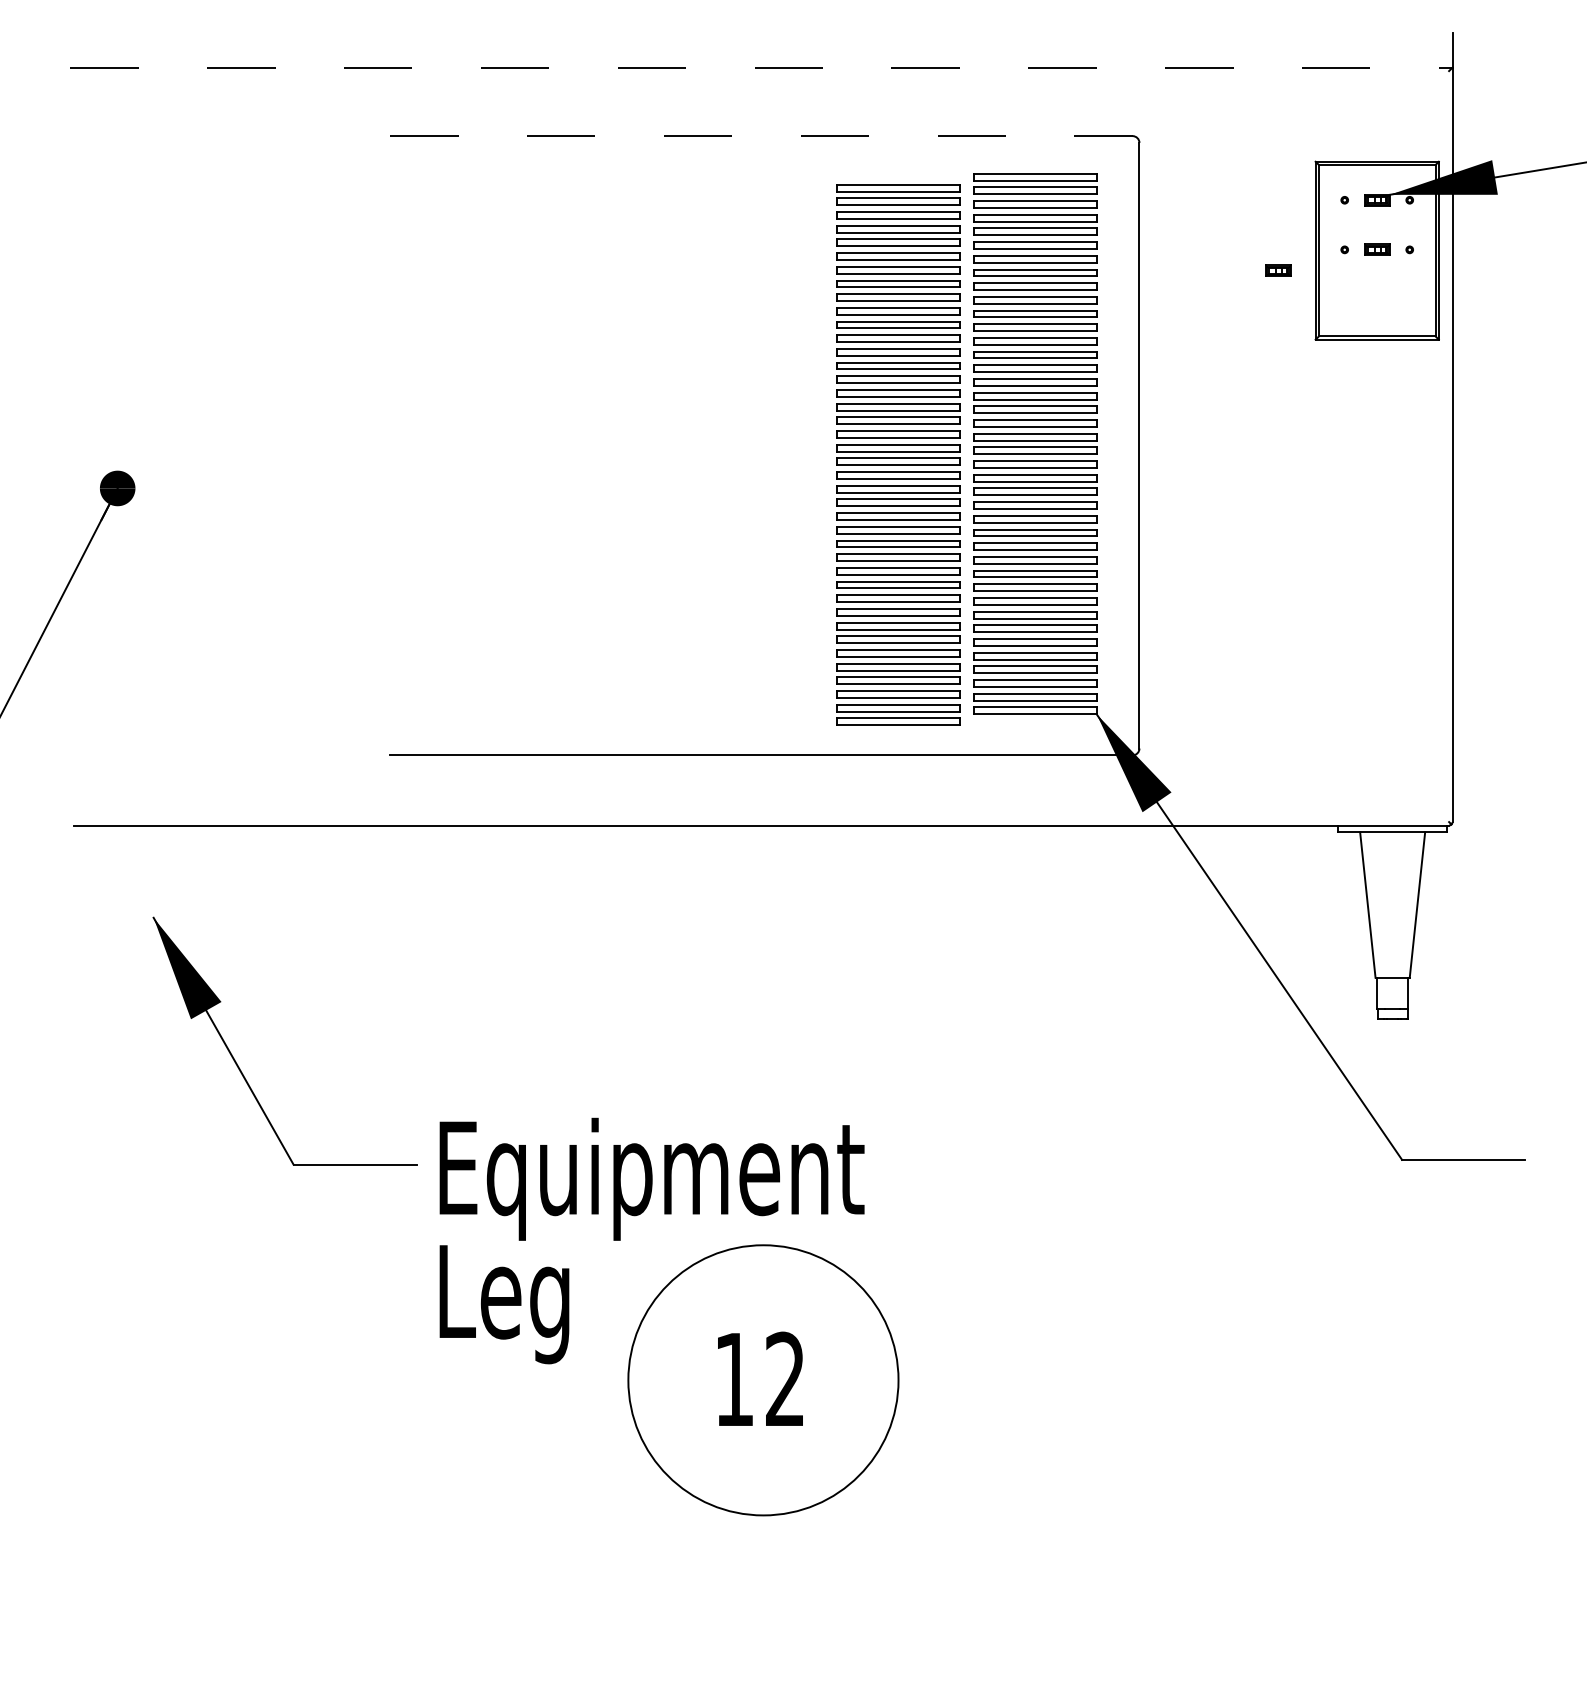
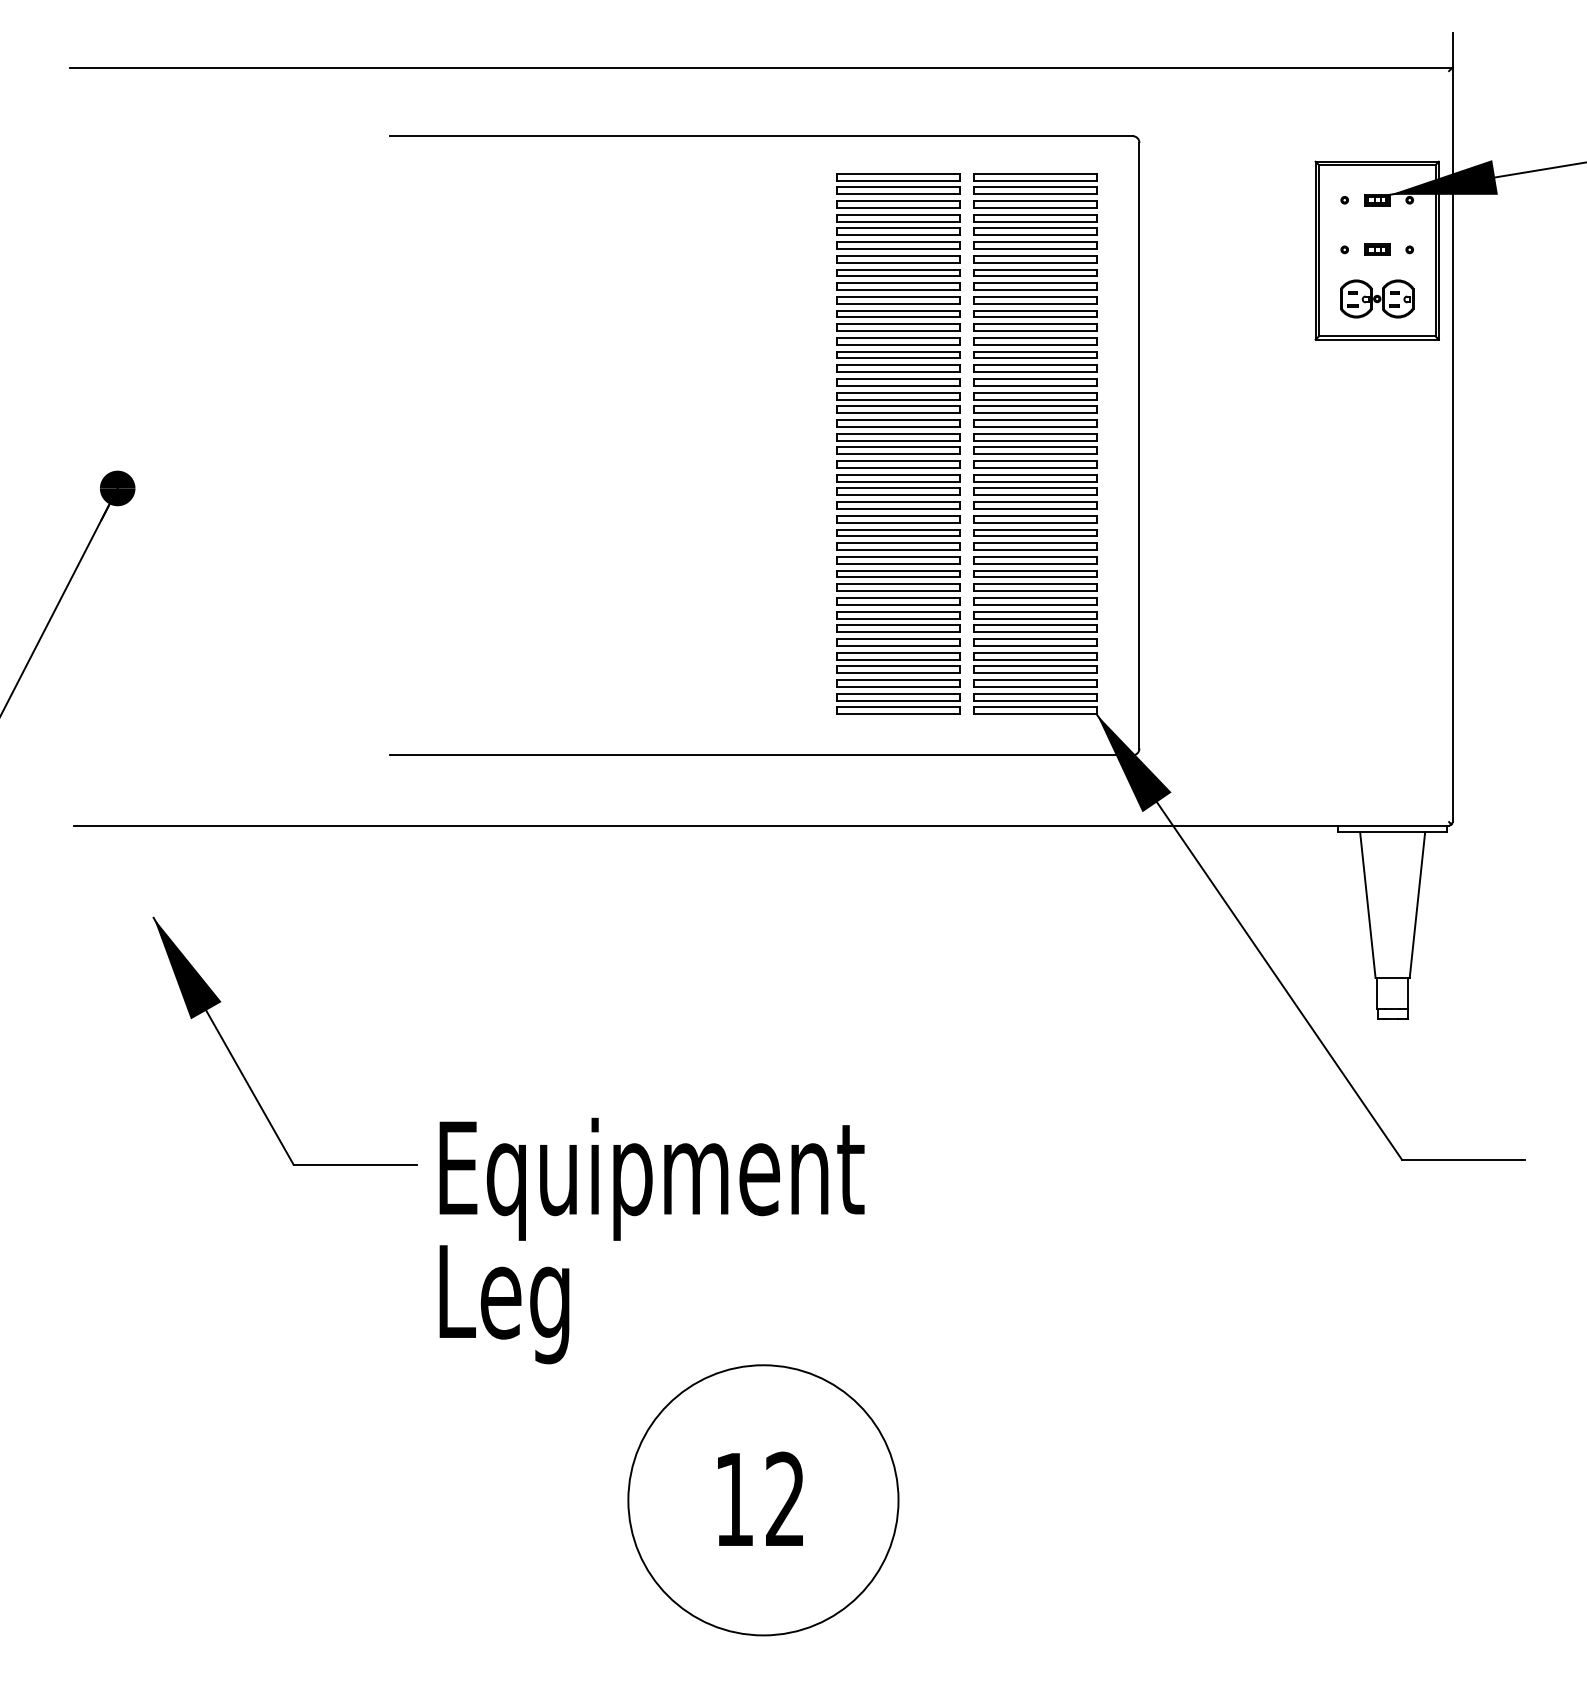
line at (761, 67): dashed -> solid
line at (761, 136): dashed -> solid
part at (1278, 270): present -> none
part at (1377, 298): none -> present
part at (898, 454) position: (898, 454) -> (898, 443)
part at (763, 1380) position: (763, 1380) -> (763, 1500)
